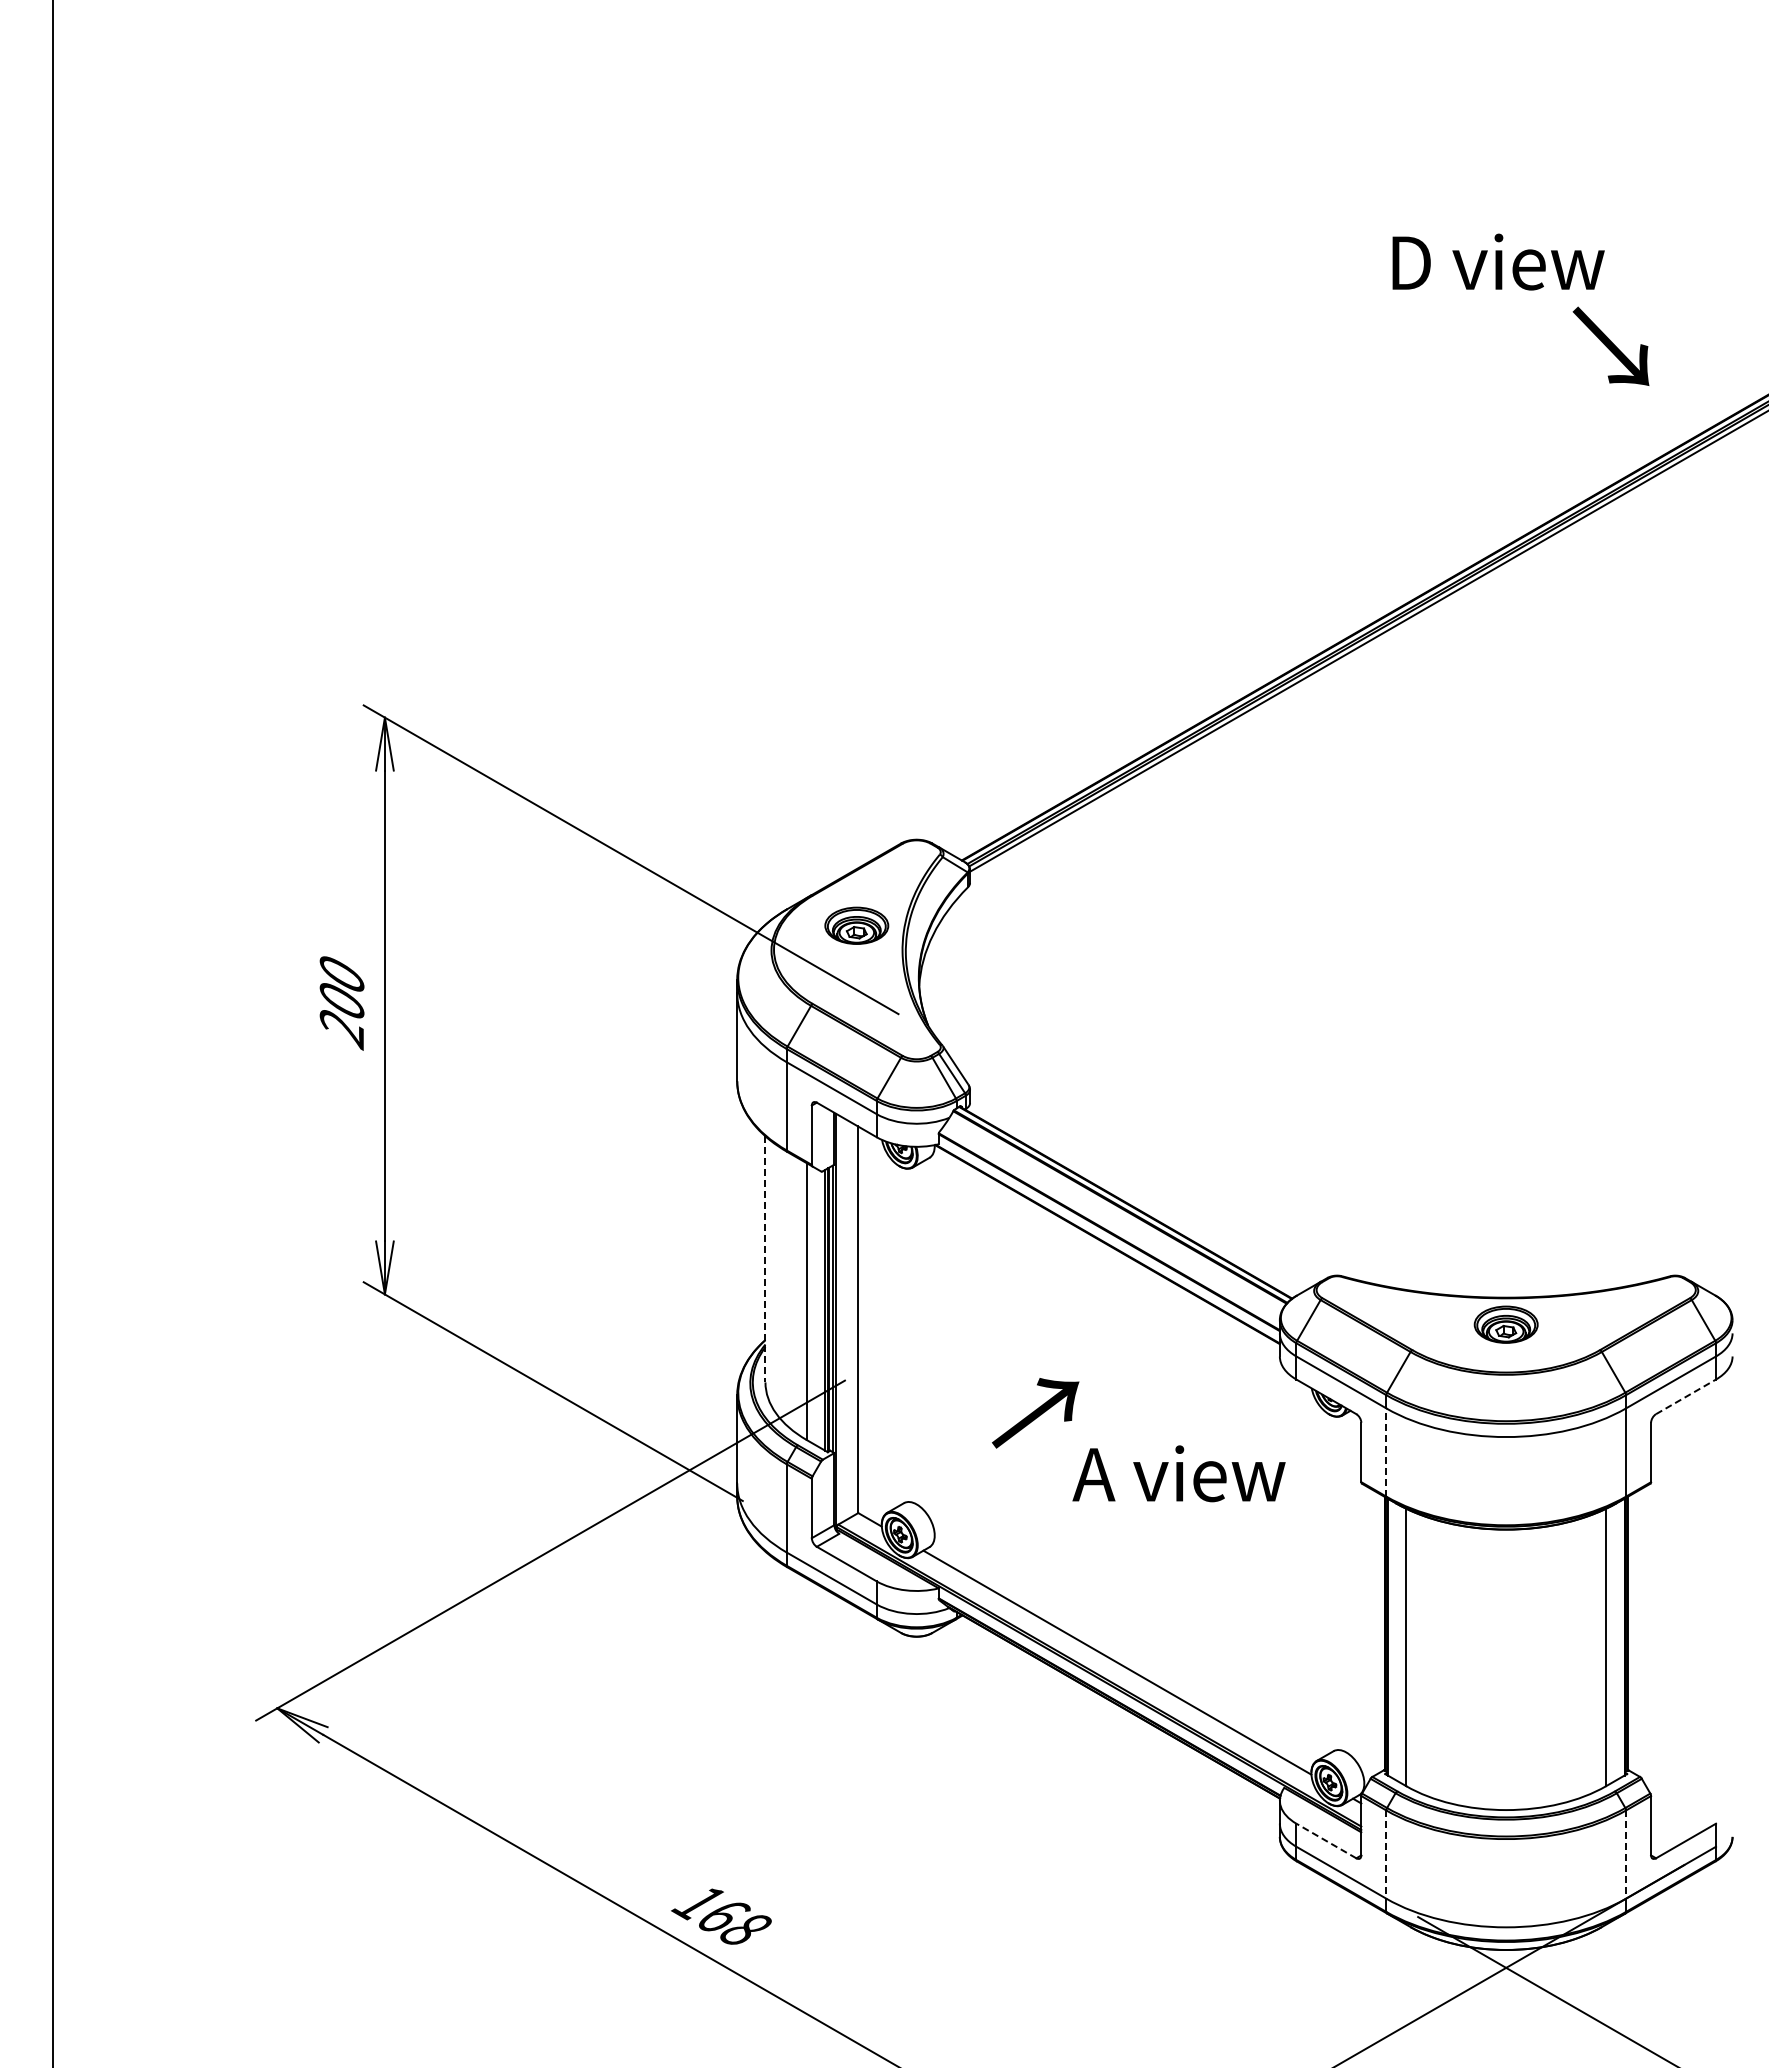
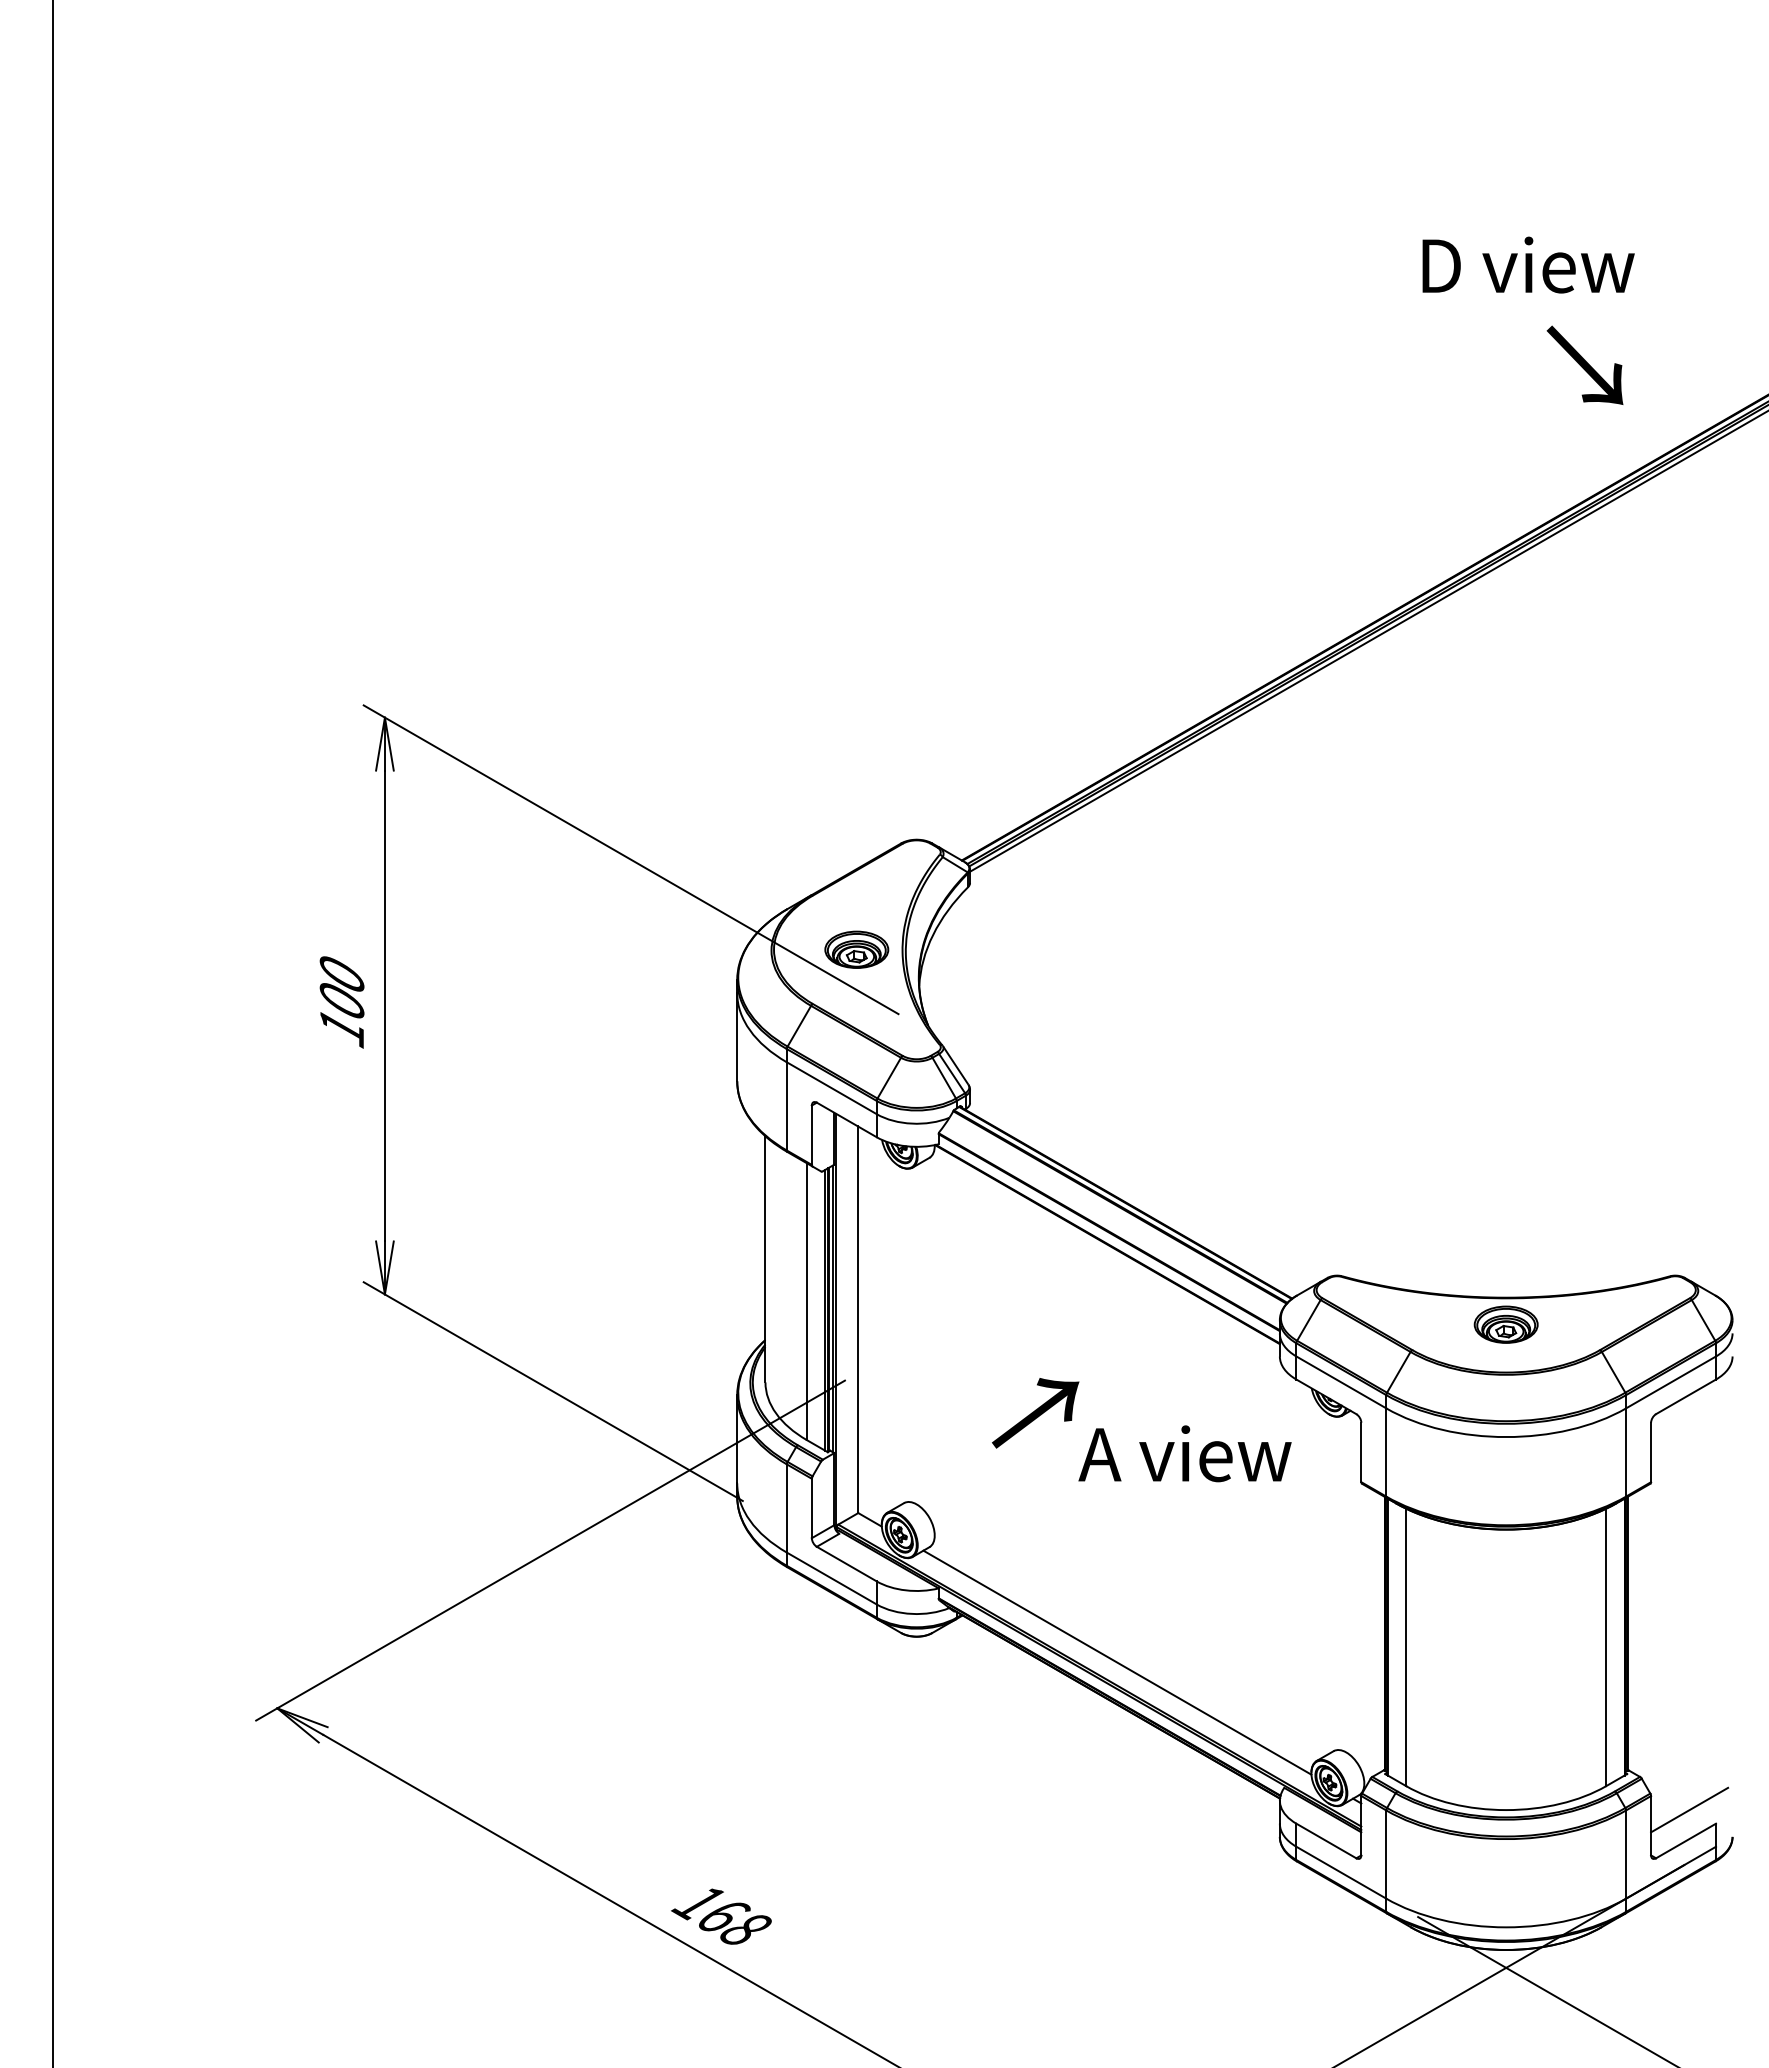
text at (1498, 261) position: (1498, 261) -> (1528, 264)
text at (1610, 345) position: (1610, 345) -> (1584, 364)
part at (856, 925) position: (856, 925) -> (856, 949)
text at (341, 1030): 200 -> 100
line at (765, 1259): dashed -> solid
line at (1686, 1396): dashed -> solid
line at (1386, 1451): dashed -> solid
text at (1178, 1473) position: (1178, 1473) -> (1184, 1453)
line at (1689, 1809): none -> present
line at (1326, 1840): dashed -> solid
line at (1386, 1855): dashed -> solid
line at (1626, 1855): dashed -> solid
